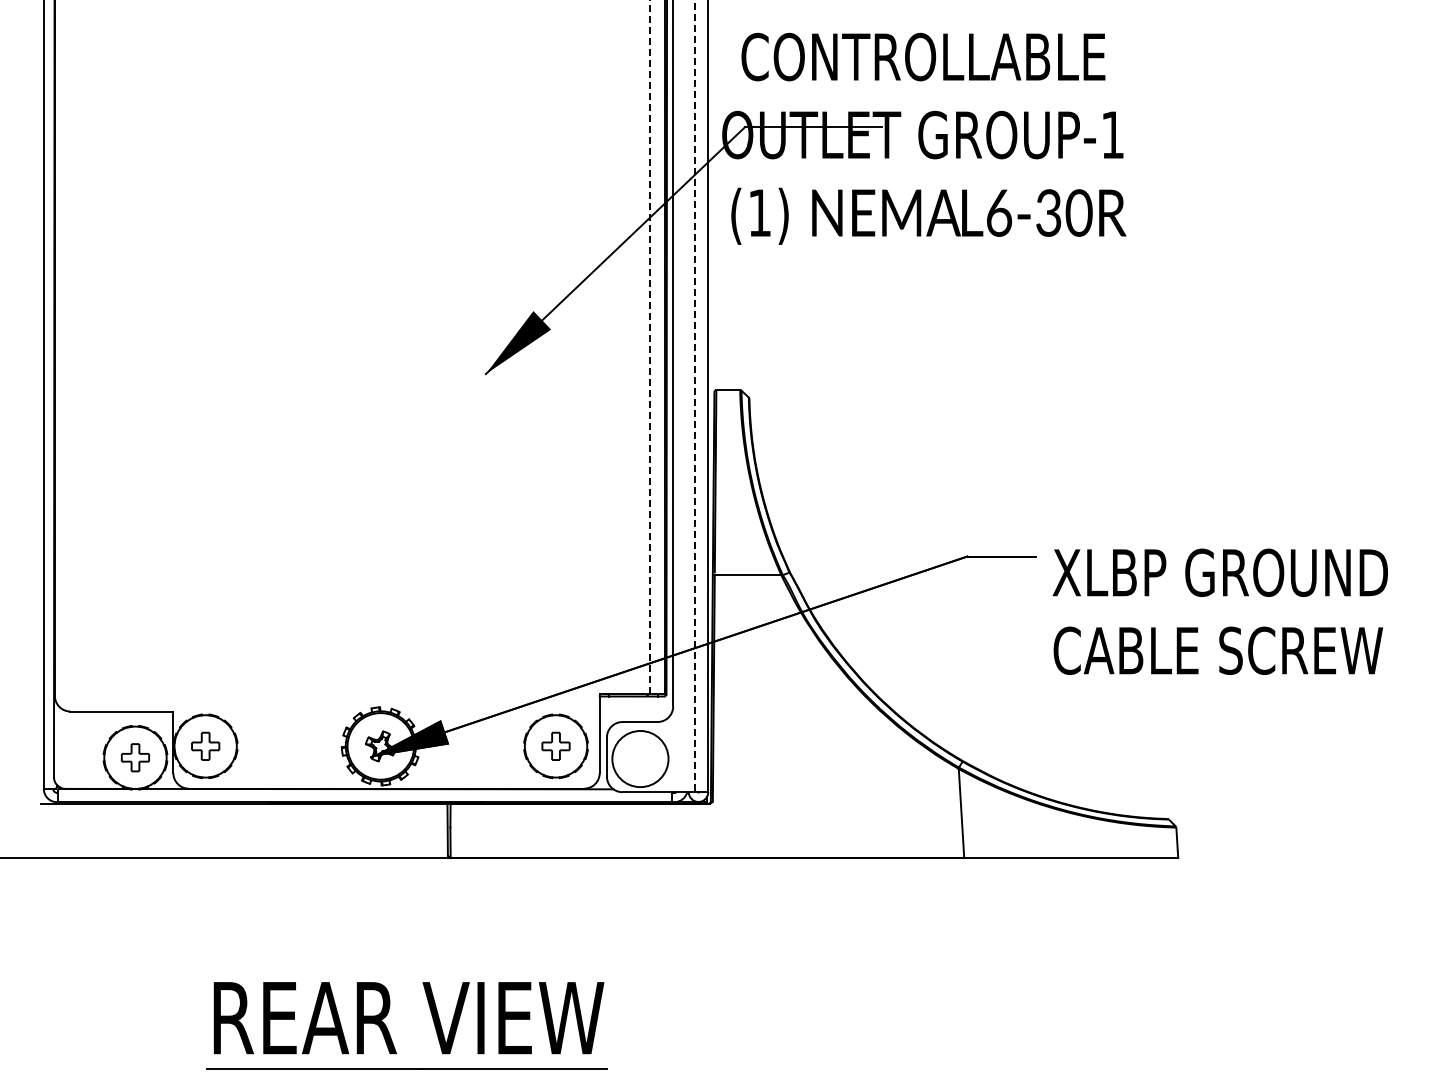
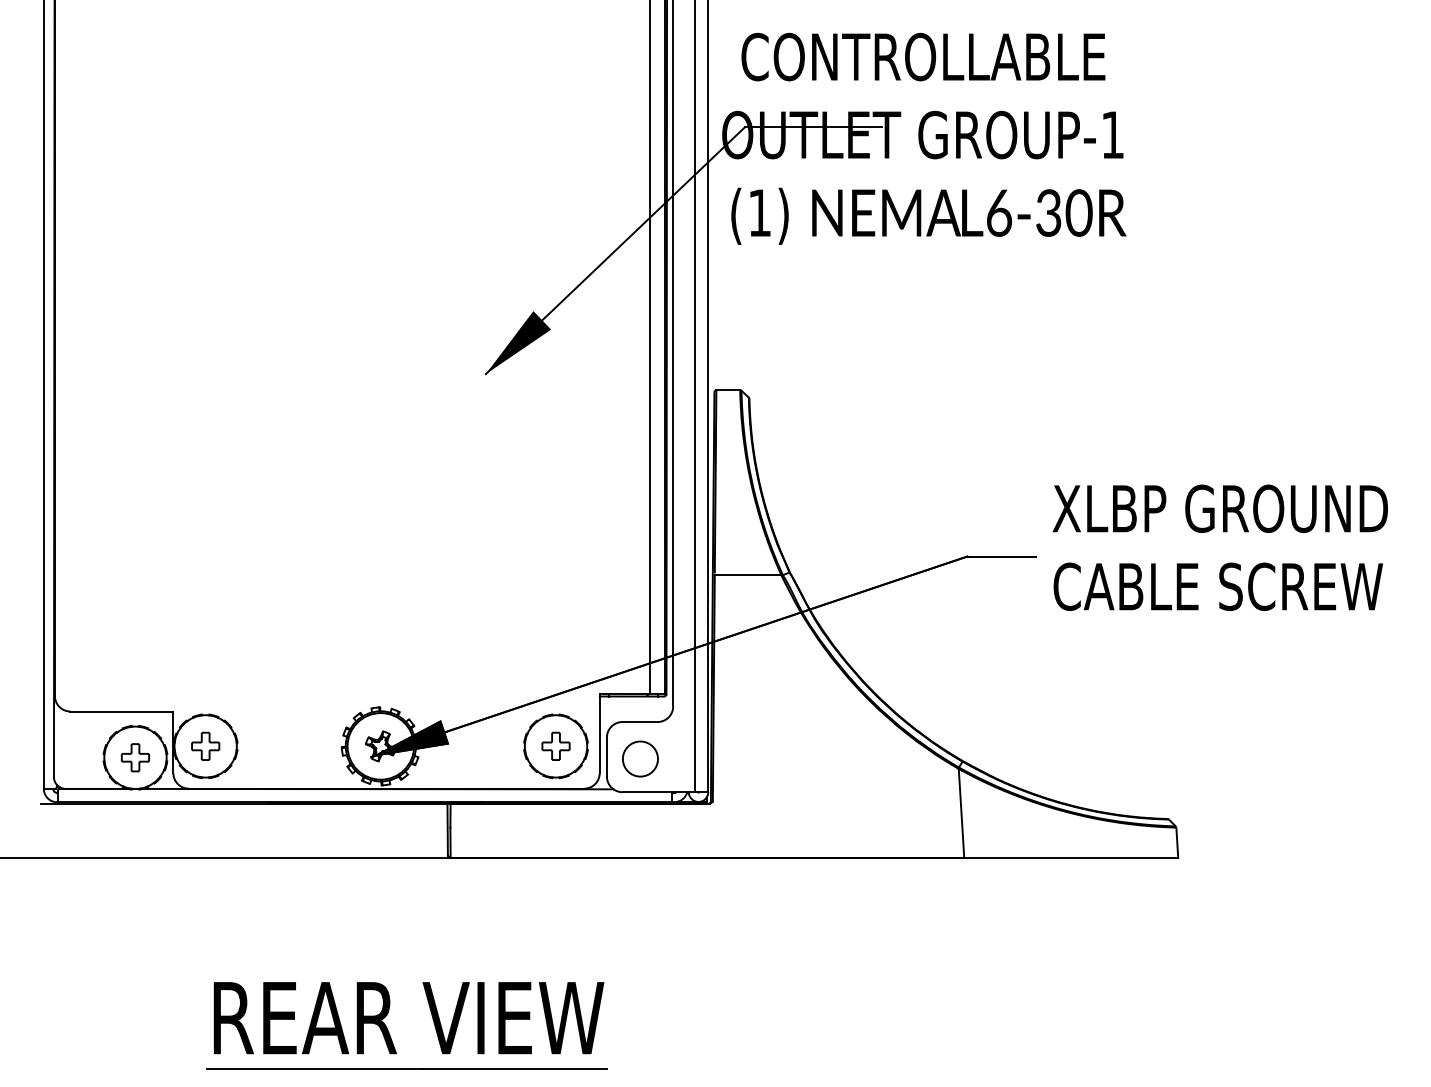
line at (649, 347): dashed -> solid
line at (695, 396): dashed -> solid
text at (1219, 611) position: (1219, 611) -> (1219, 547)
circle at (640, 758) diameter: 56 px -> 35 px
